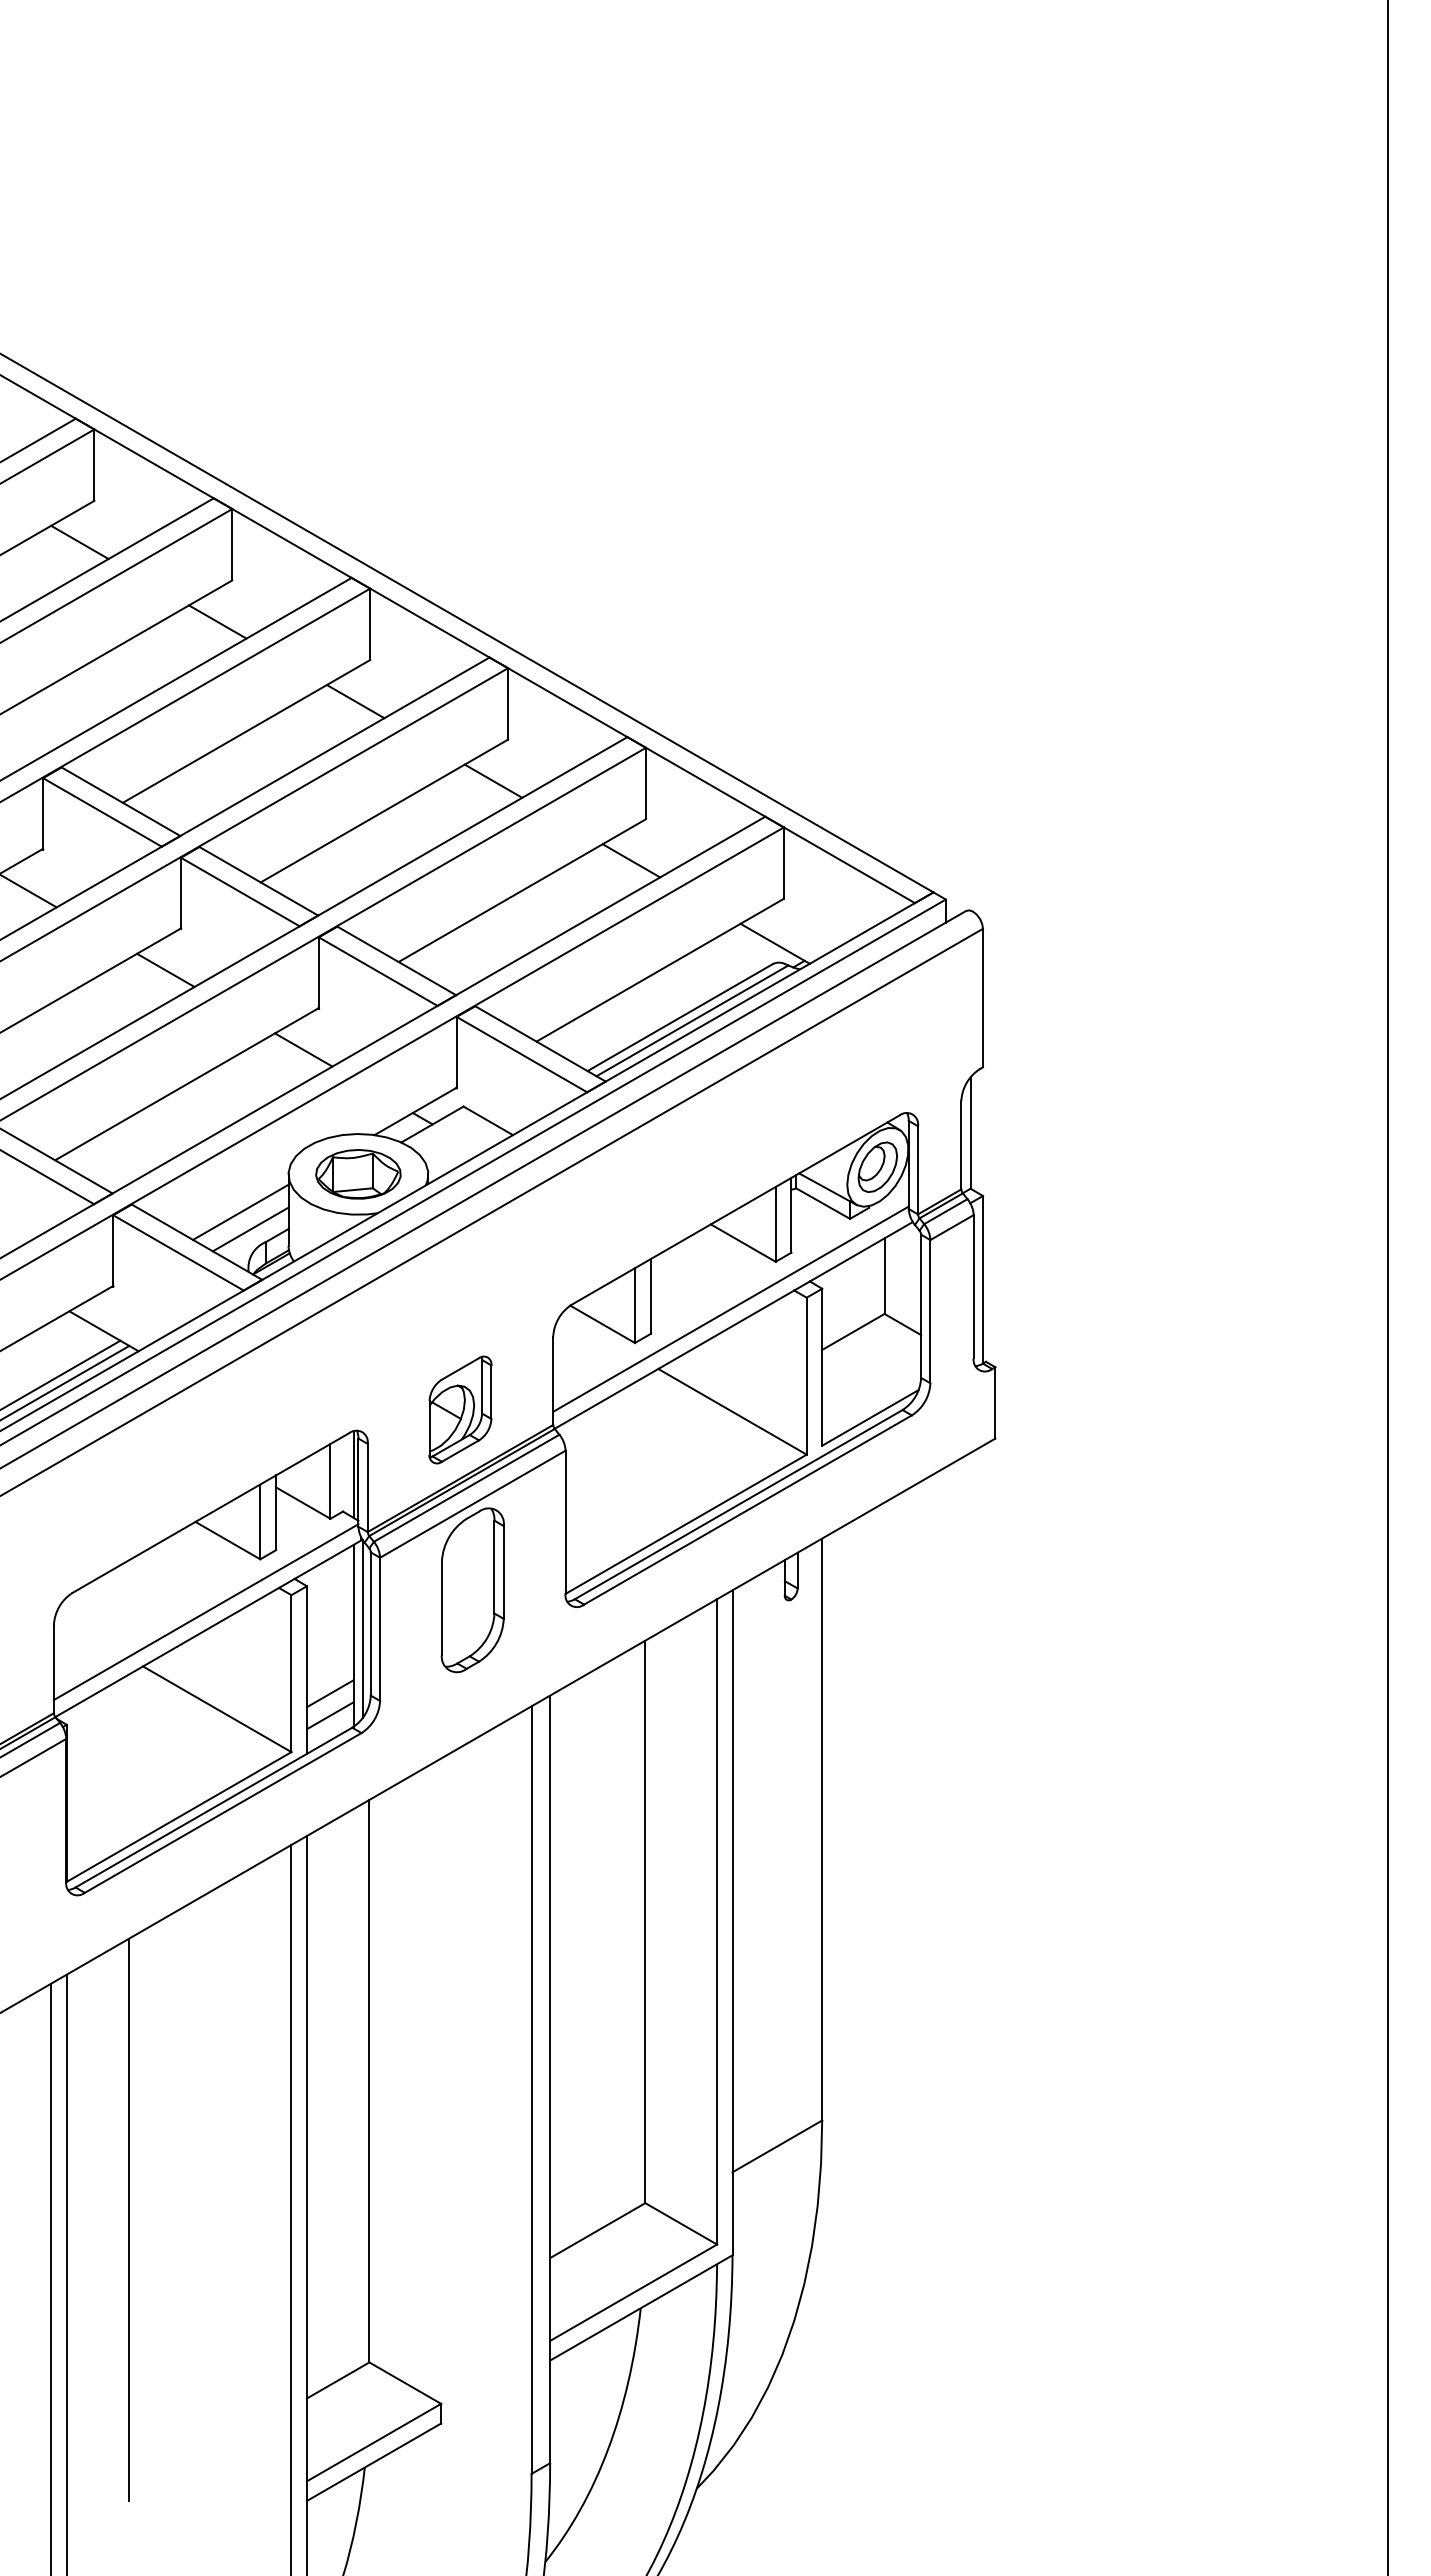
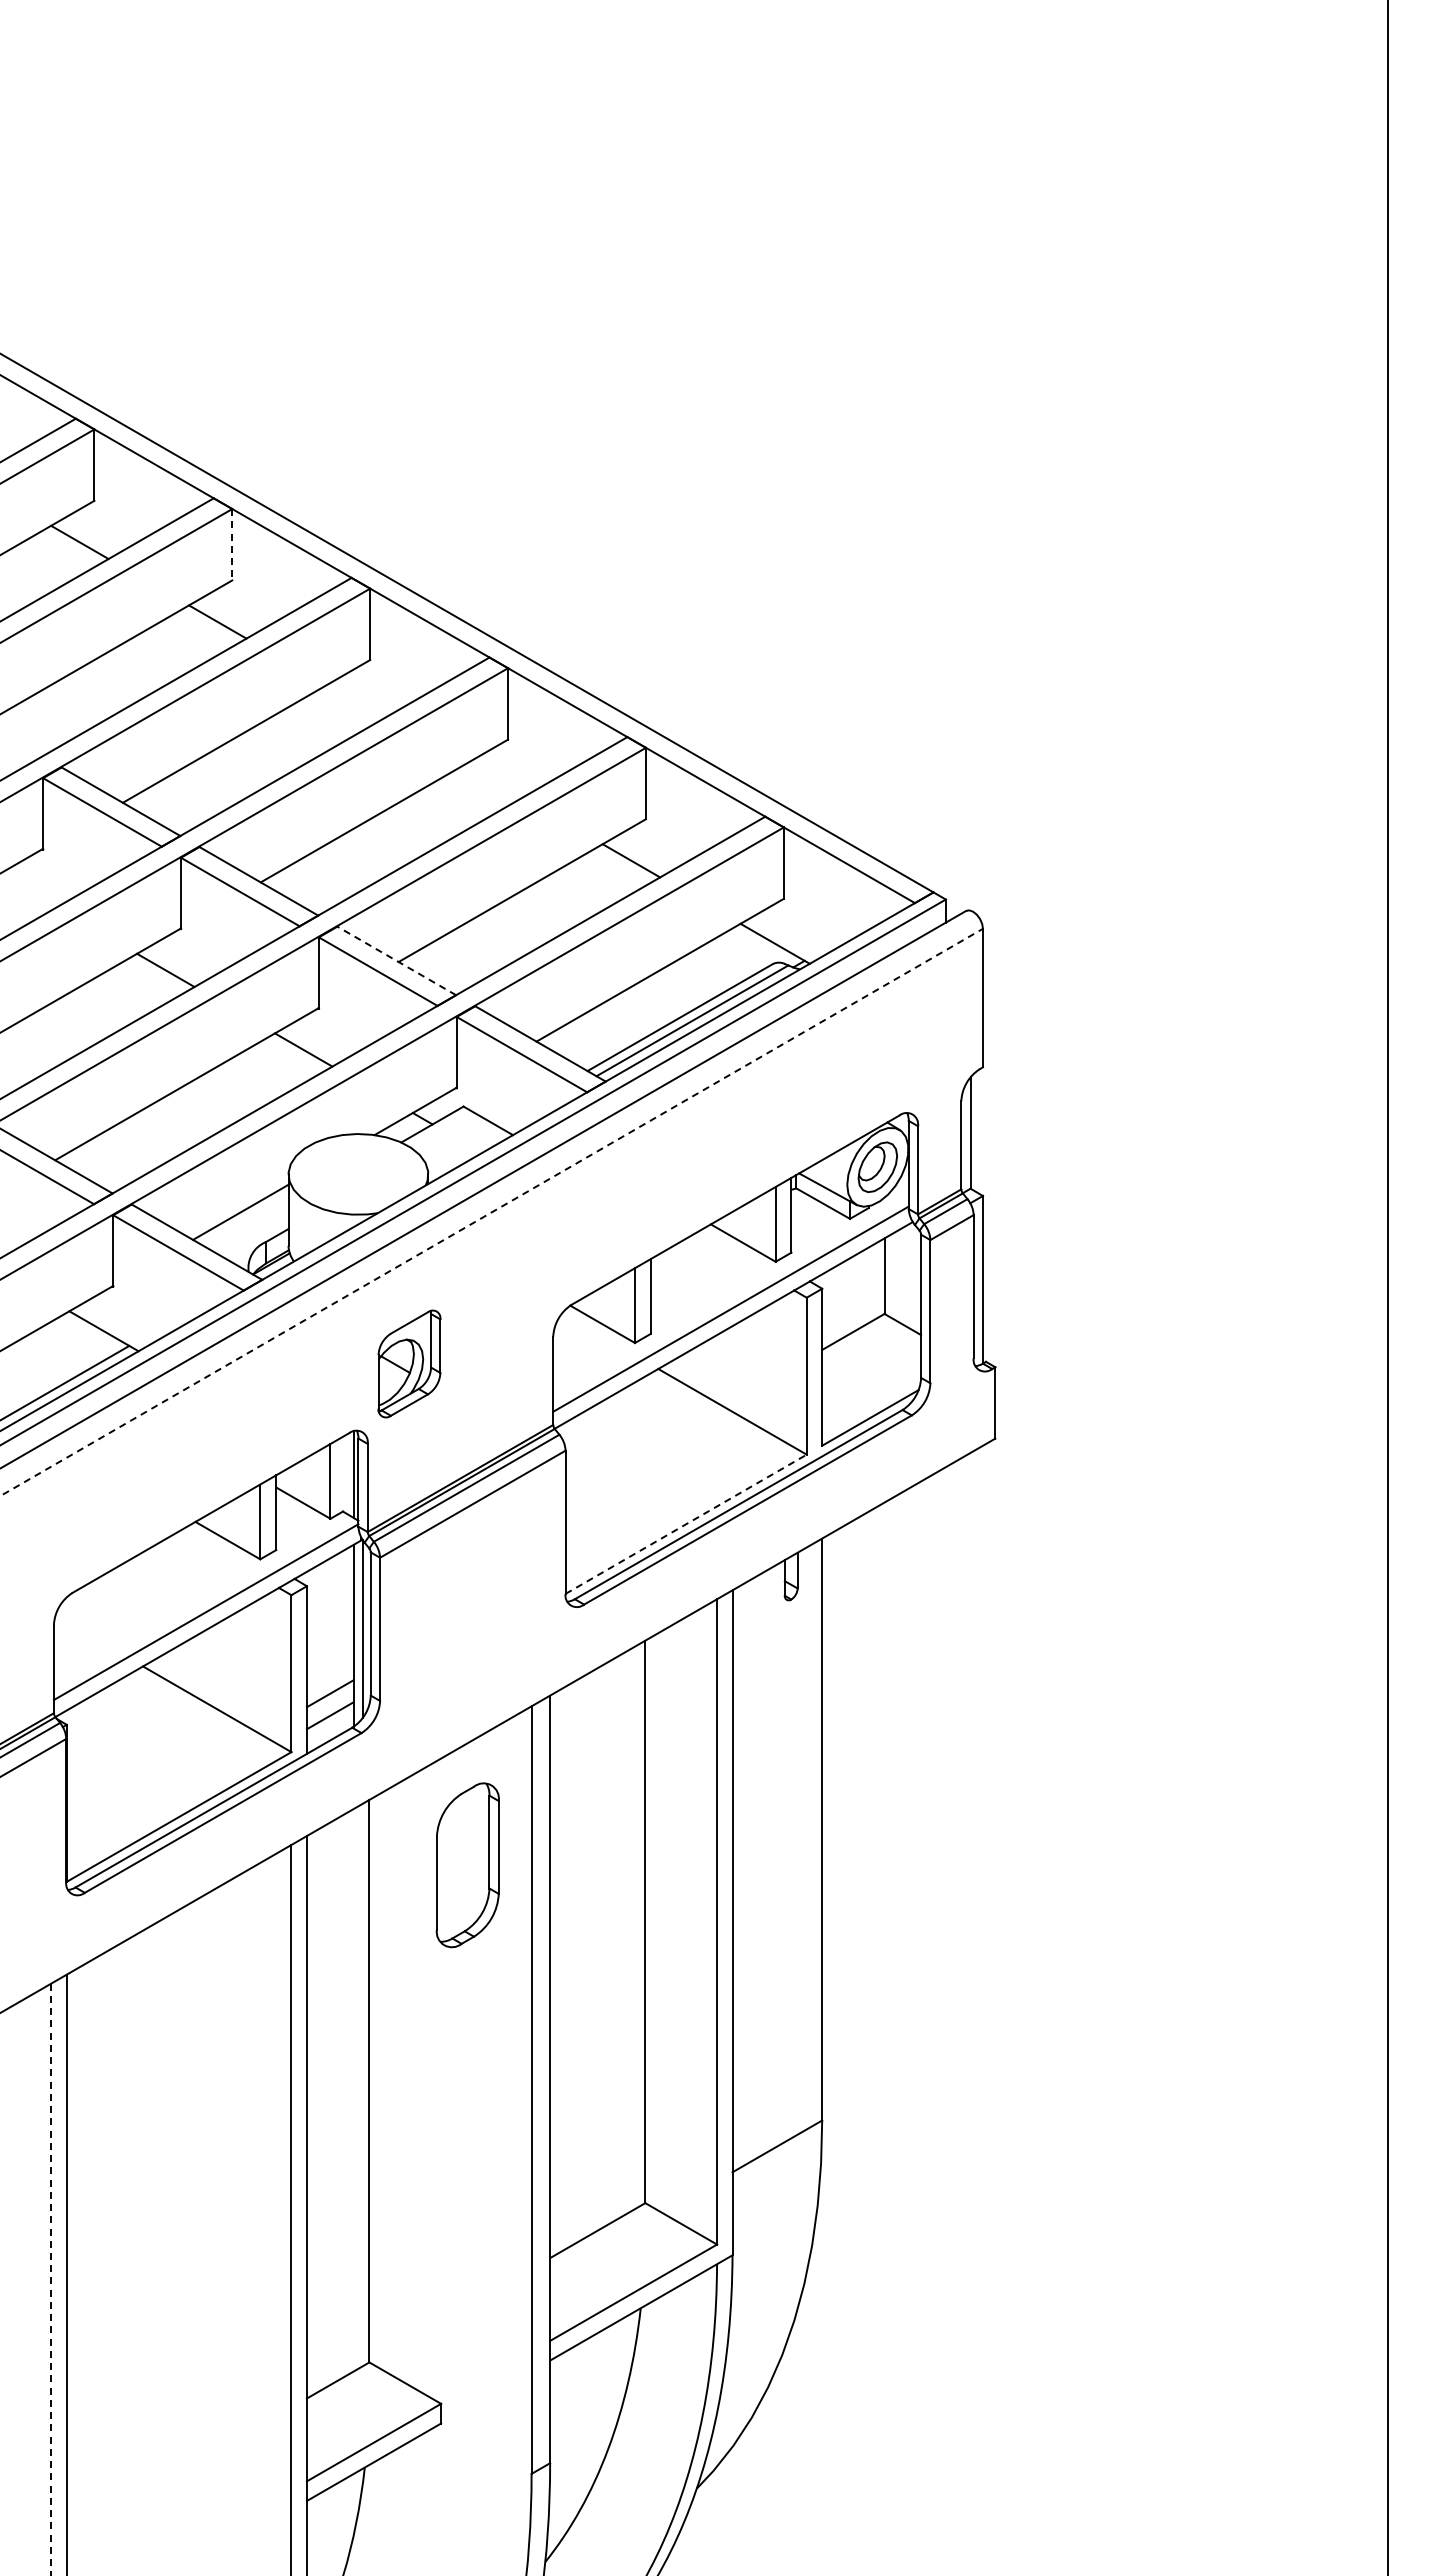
line at (232, 544): solid -> dashed
line at (355, 701): present -> none
line at (493, 780): present -> none
line at (29, 891): present -> none
line at (396, 960): solid -> dashed
part at (358, 1174): present -> none
line at (491, 1212): solid -> dashed
line at (250, 1229): present -> none
line at (61, 1374): present -> none
part at (460, 1409) position: (460, 1409) -> (409, 1363)
line at (686, 1524): solid -> dashed
part at (472, 1590) position: (472, 1590) -> (467, 1865)
line at (129, 2219): present -> none
line at (51, 2279): solid -> dashed
